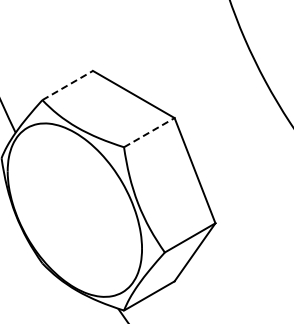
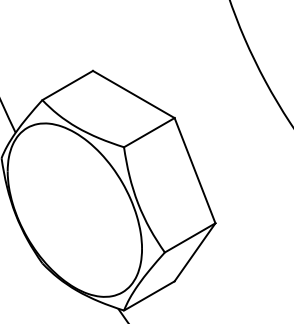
line at (68, 85): dashed -> solid
line at (149, 132): dashed -> solid
